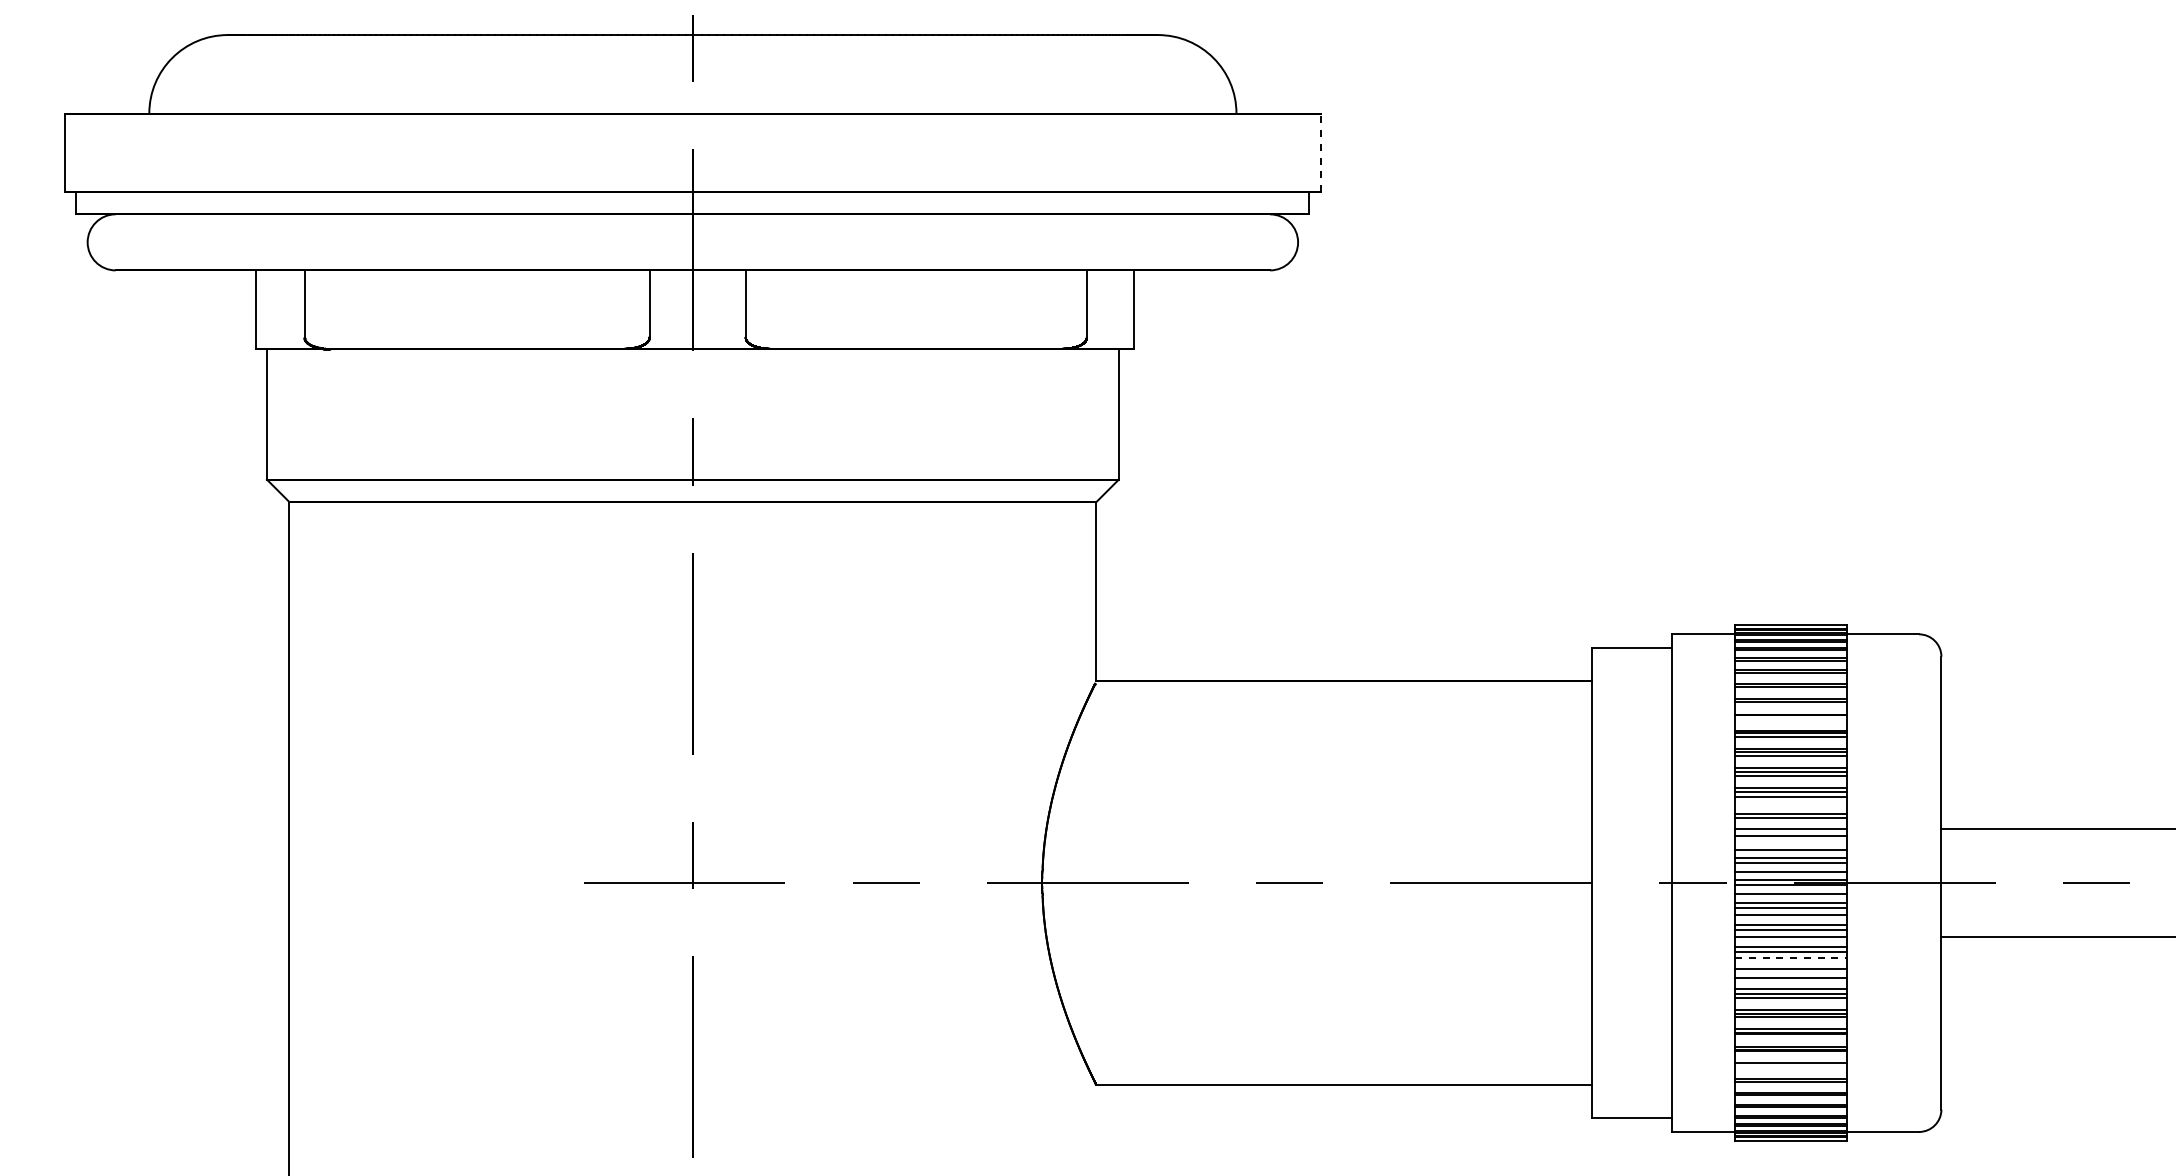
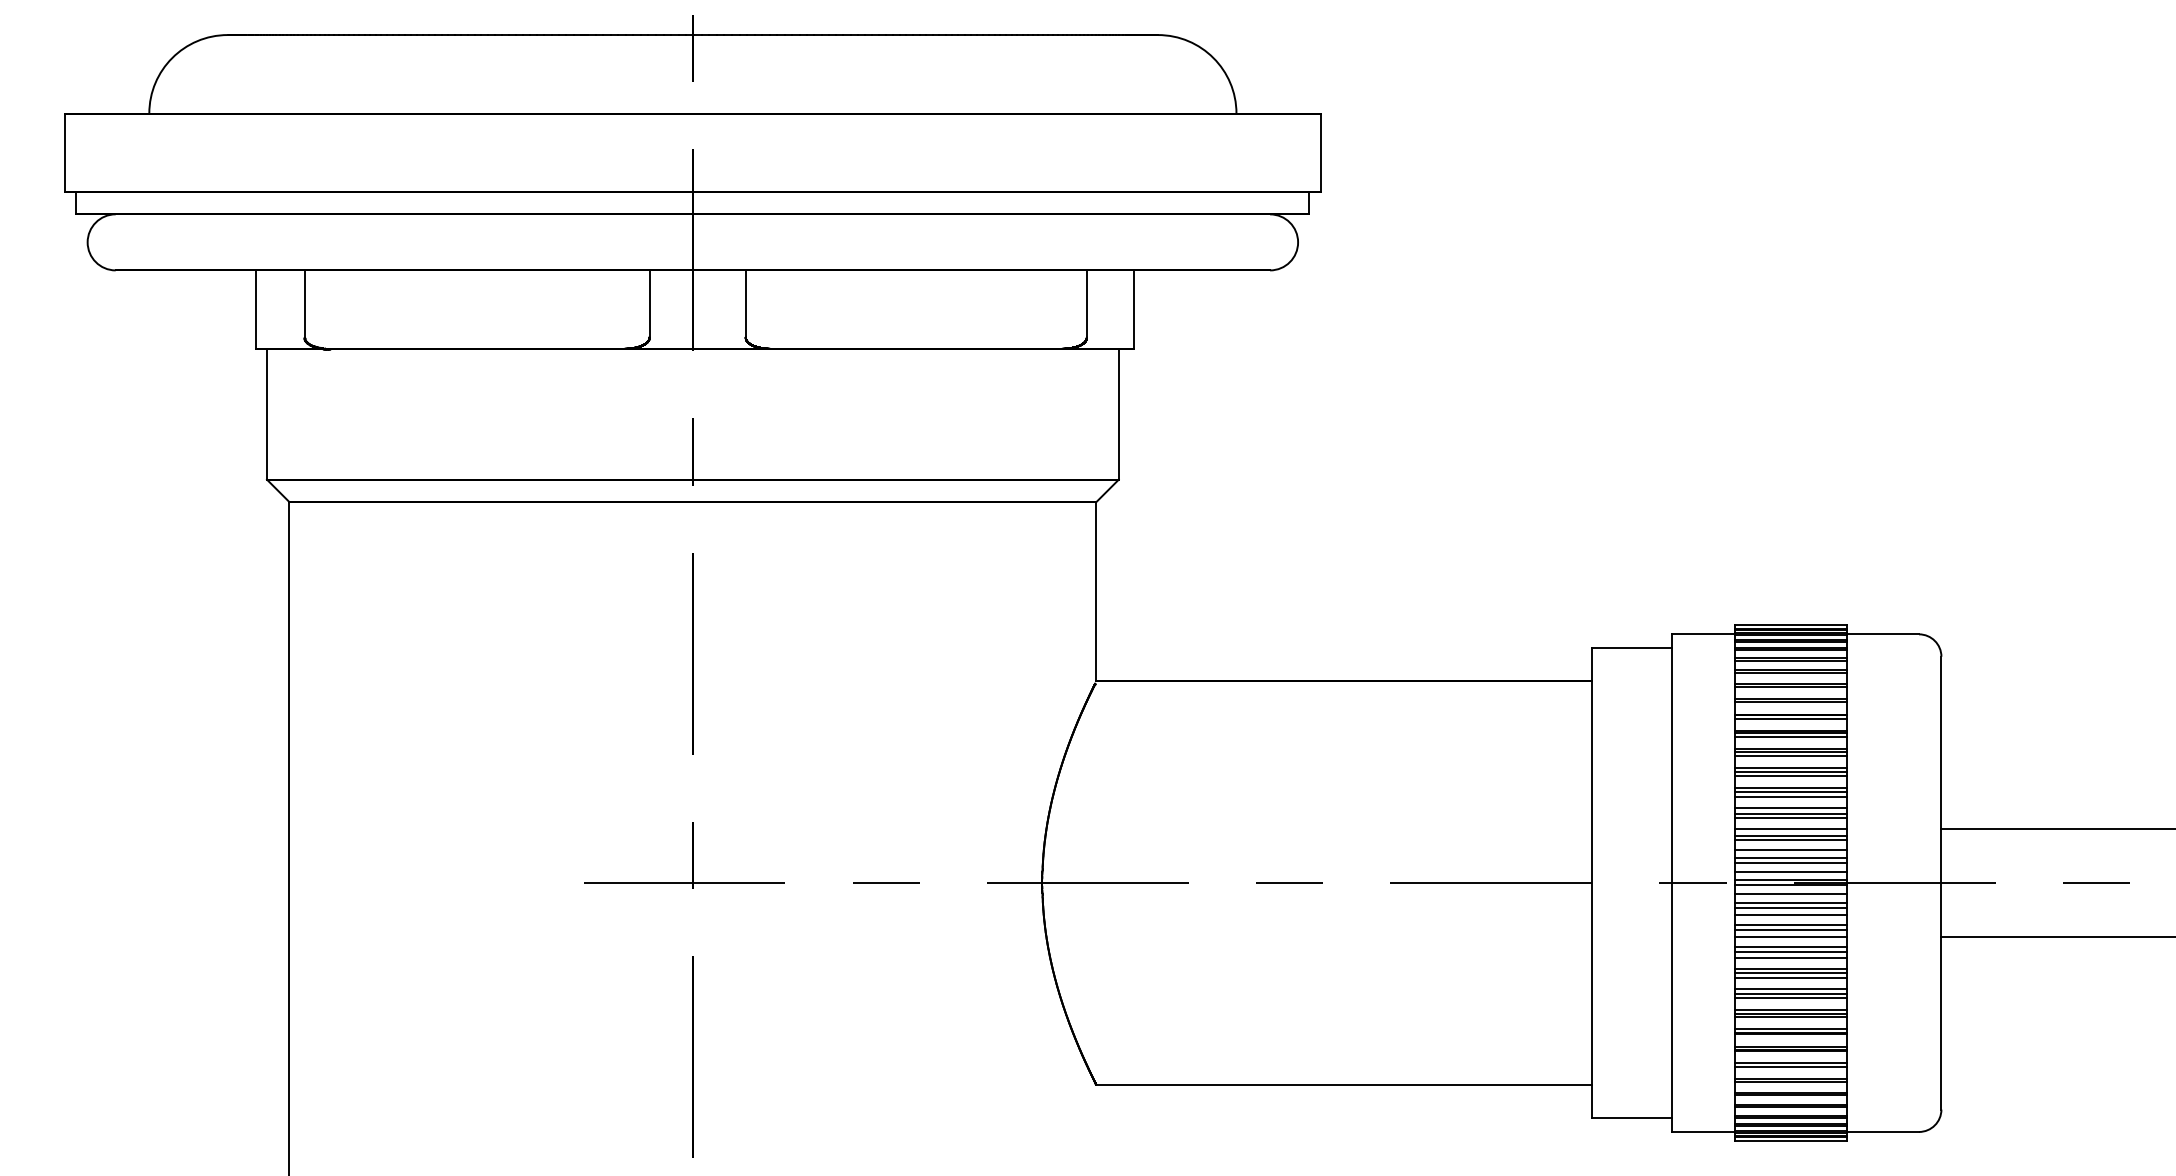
line at (1320, 152): dashed -> solid
line at (1791, 719): none -> present
line at (1791, 807): none -> present
line at (1791, 840): none -> present
line at (1791, 957): dashed -> solid
line at (1791, 973): none -> present
line at (1791, 1066): none -> present
